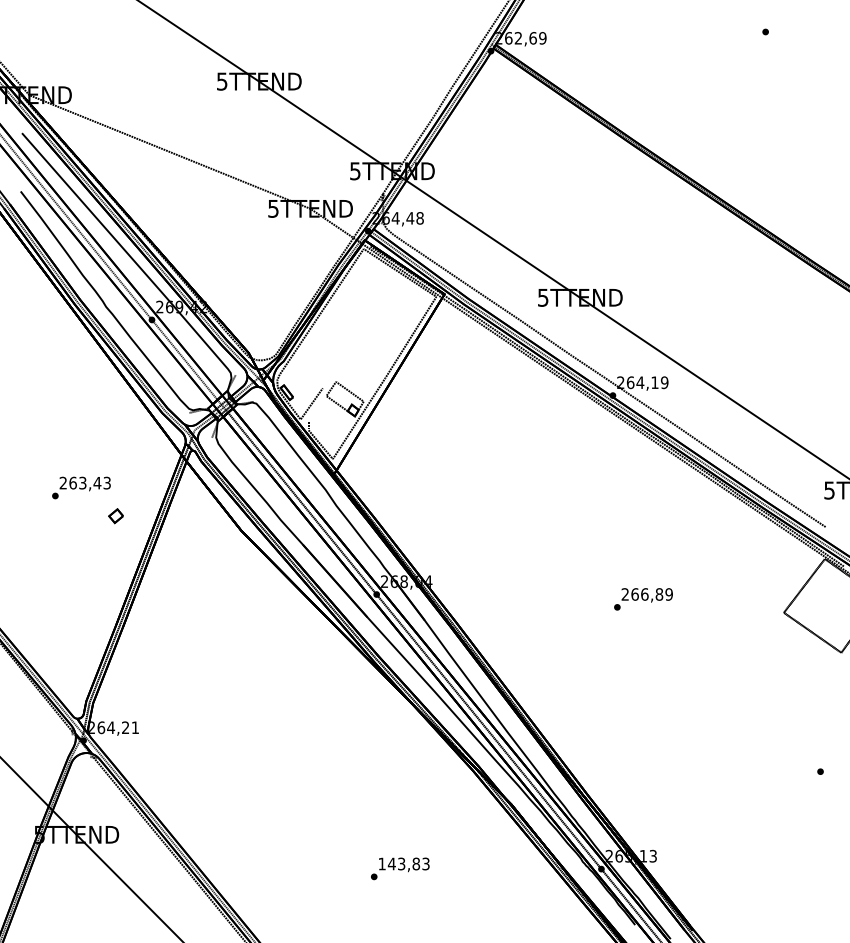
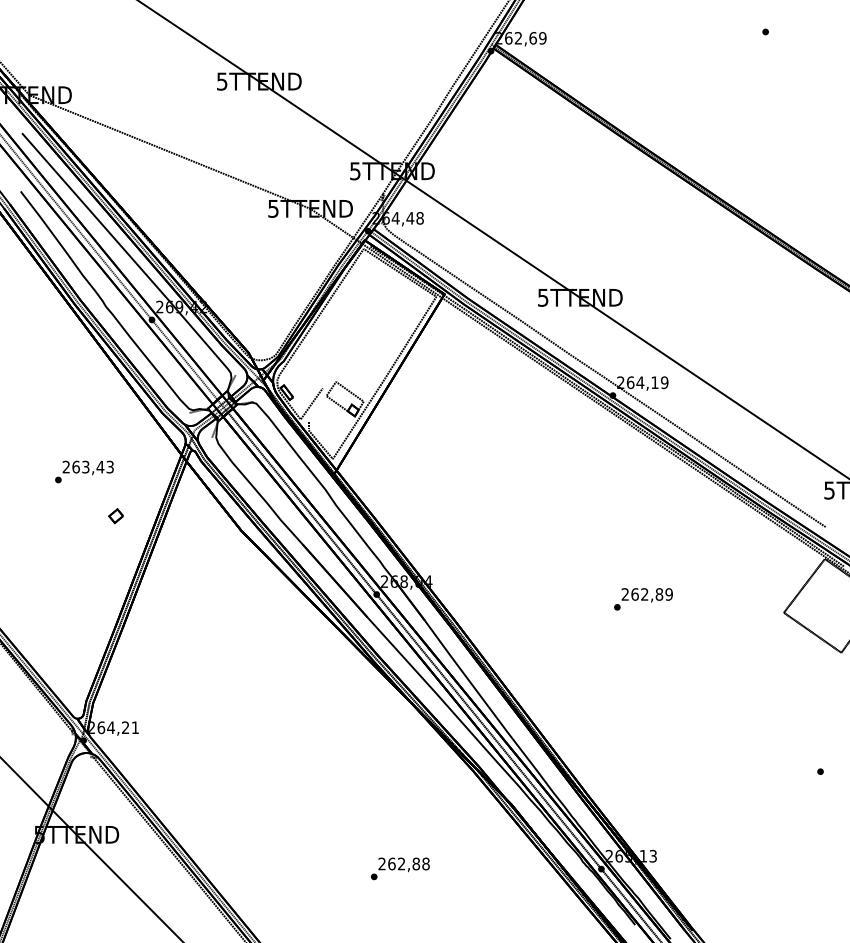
text at (81, 487) position: (81, 487) -> (84, 471)
text at (644, 594): 266,89 -> 262,89
text at (403, 863): 143,83 -> 262,88
